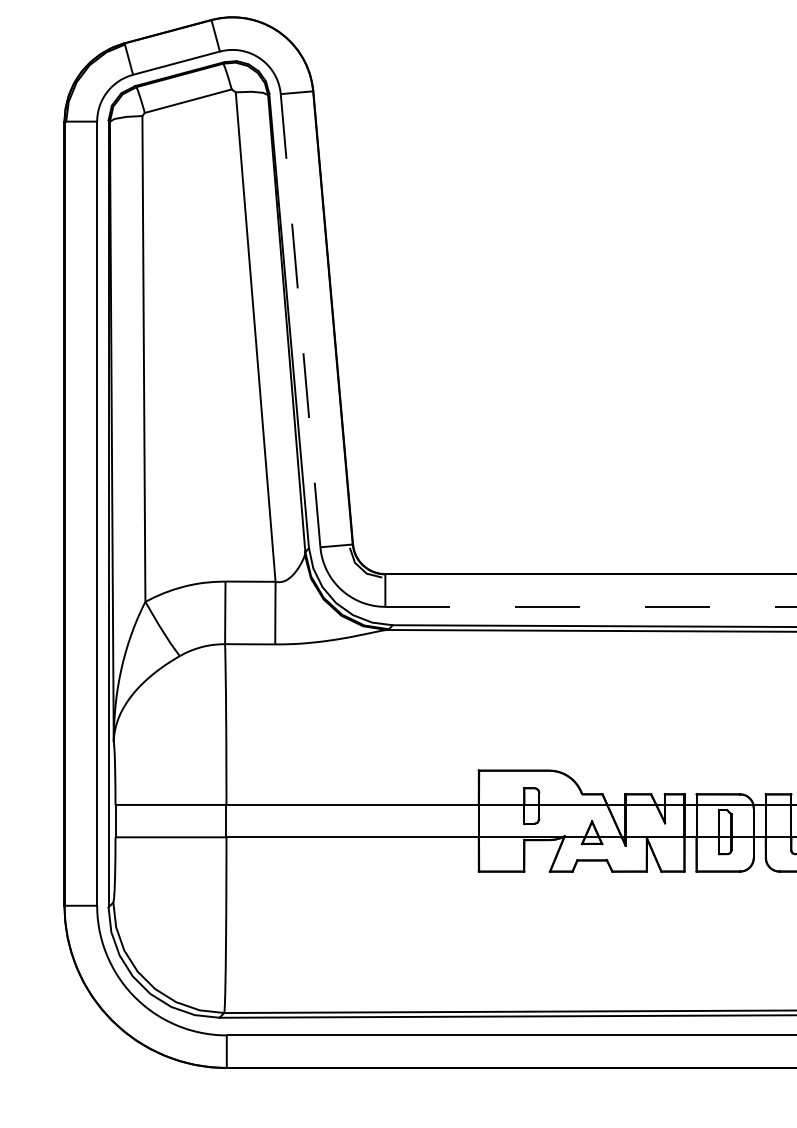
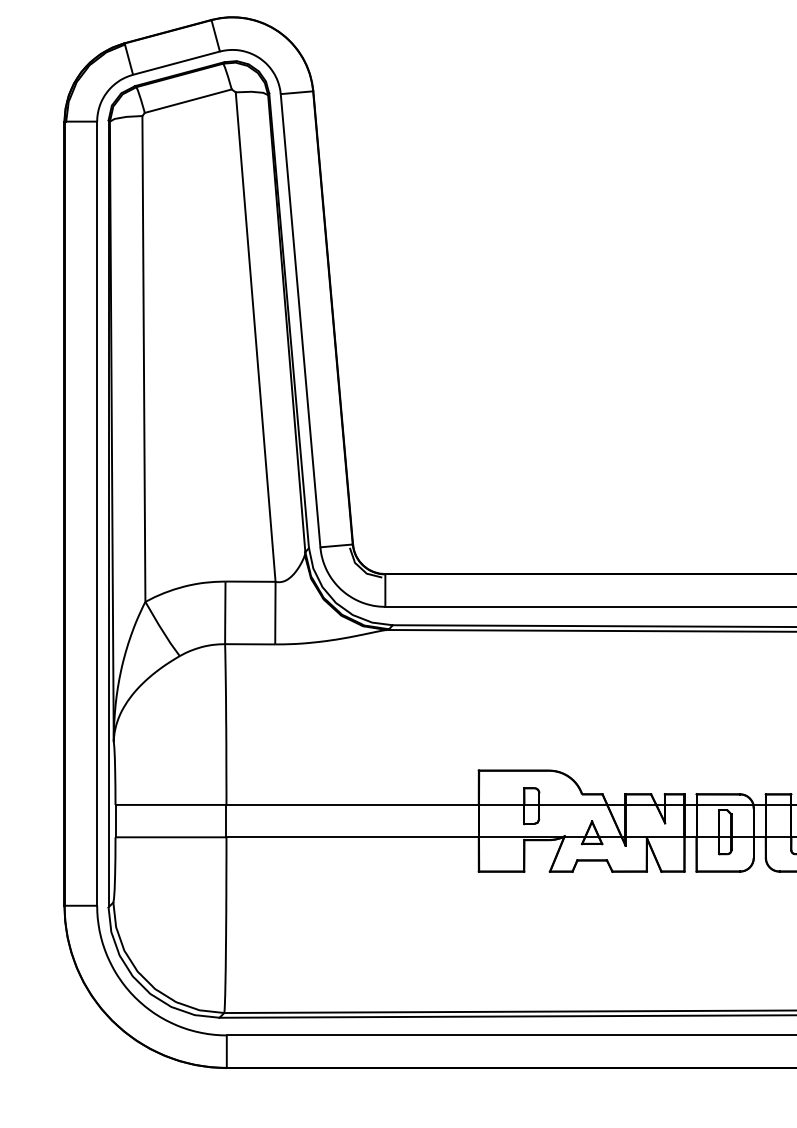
line at (300, 321): dashed -> solid
line at (591, 606): dashed -> solid
